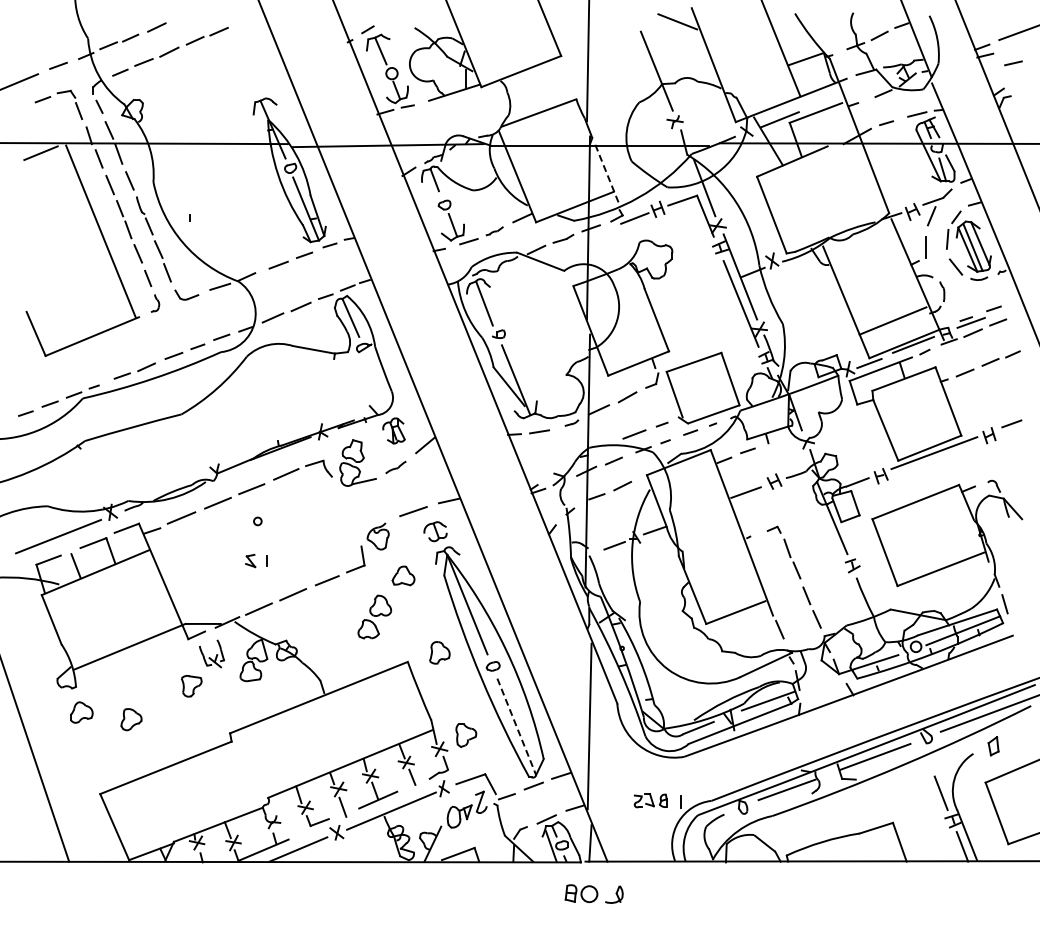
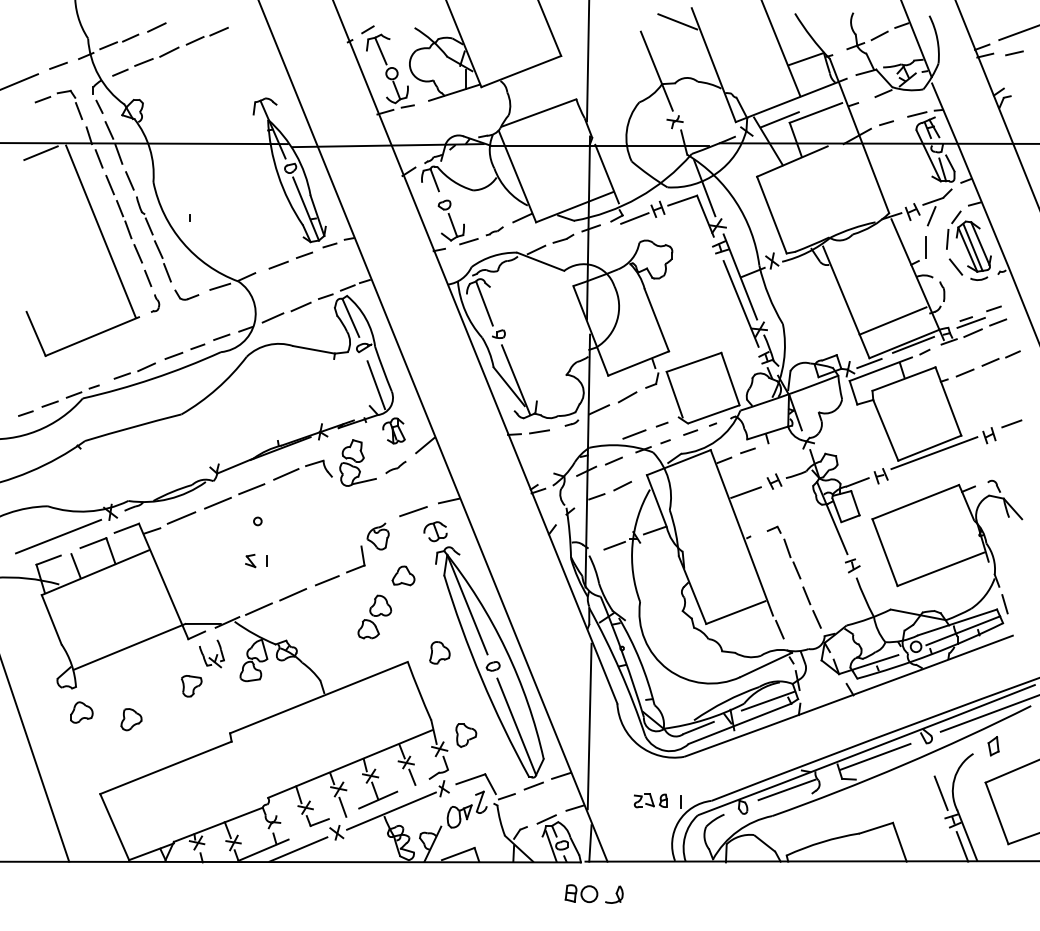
line at (1013, 63) position: (1013, 63) -> (1014, 53)
line at (607, 174): dashed -> solid
line at (376, 385): none -> present
line at (516, 726): dashed -> solid
